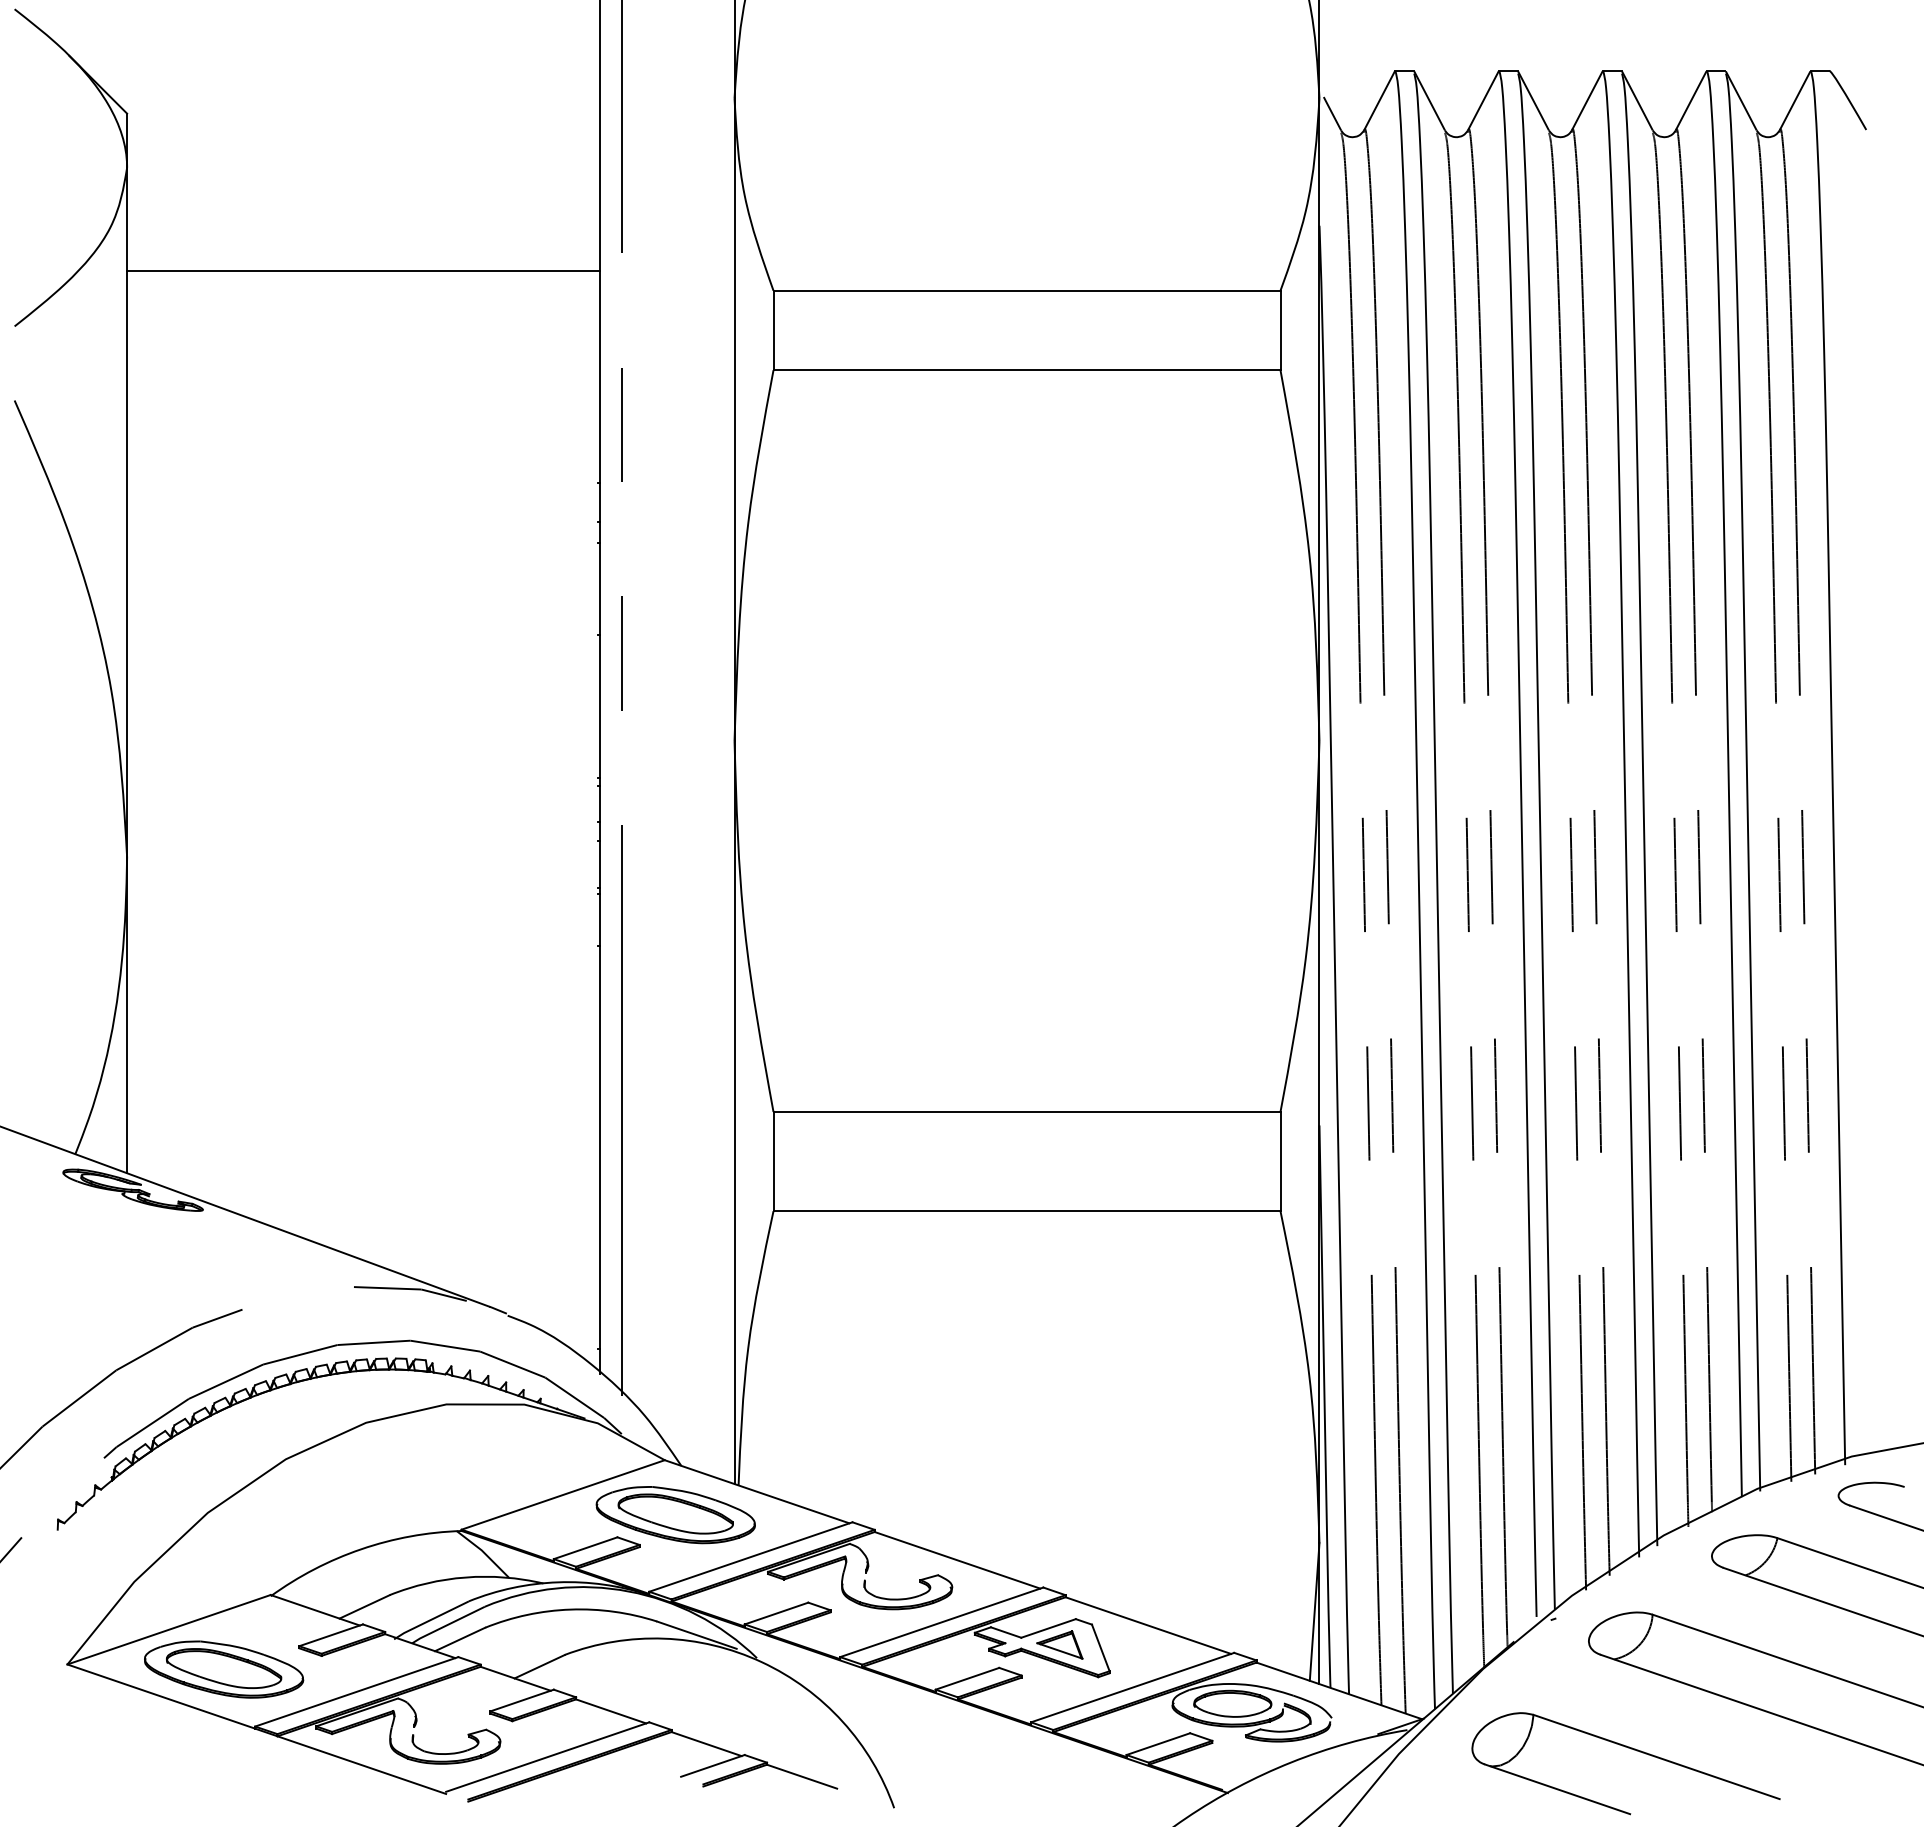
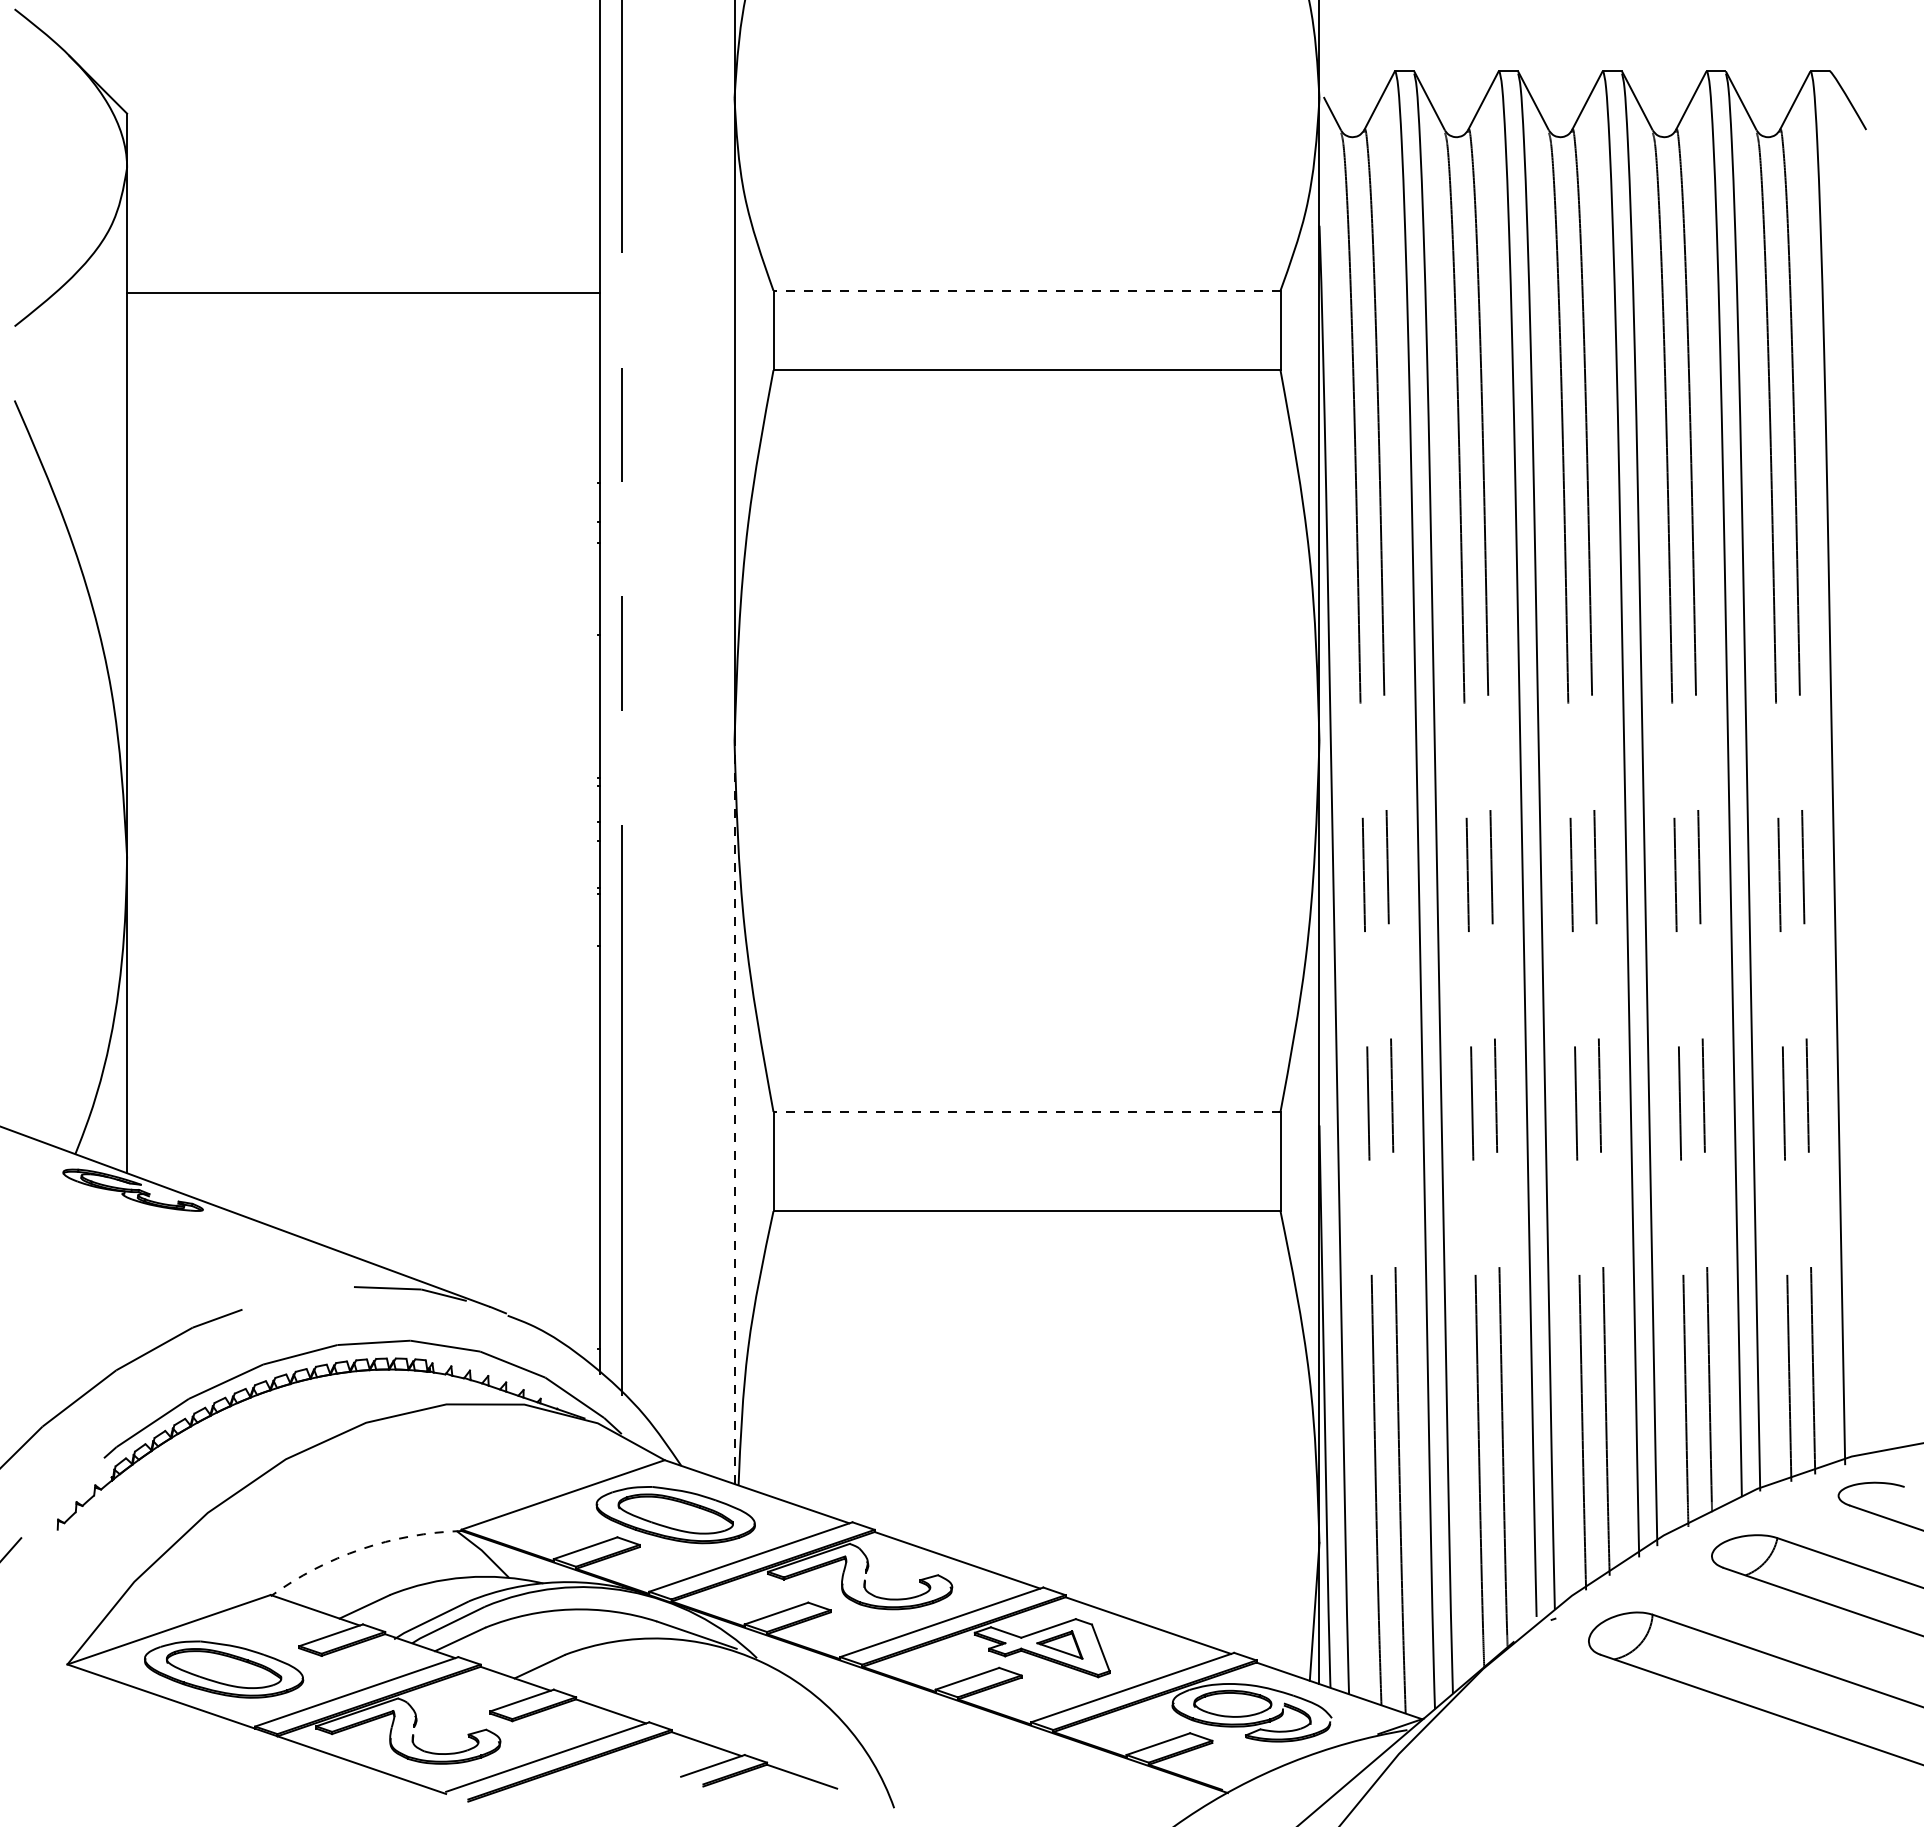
line at (363, 271) position: (363, 271) -> (363, 293)
line at (1026, 290): solid -> dashed
line at (1026, 1111): solid -> dashed
line at (734, 1112): solid -> dashed
arc at (361, 1549): solid -> dashed
part at (1631, 1749): present -> none
